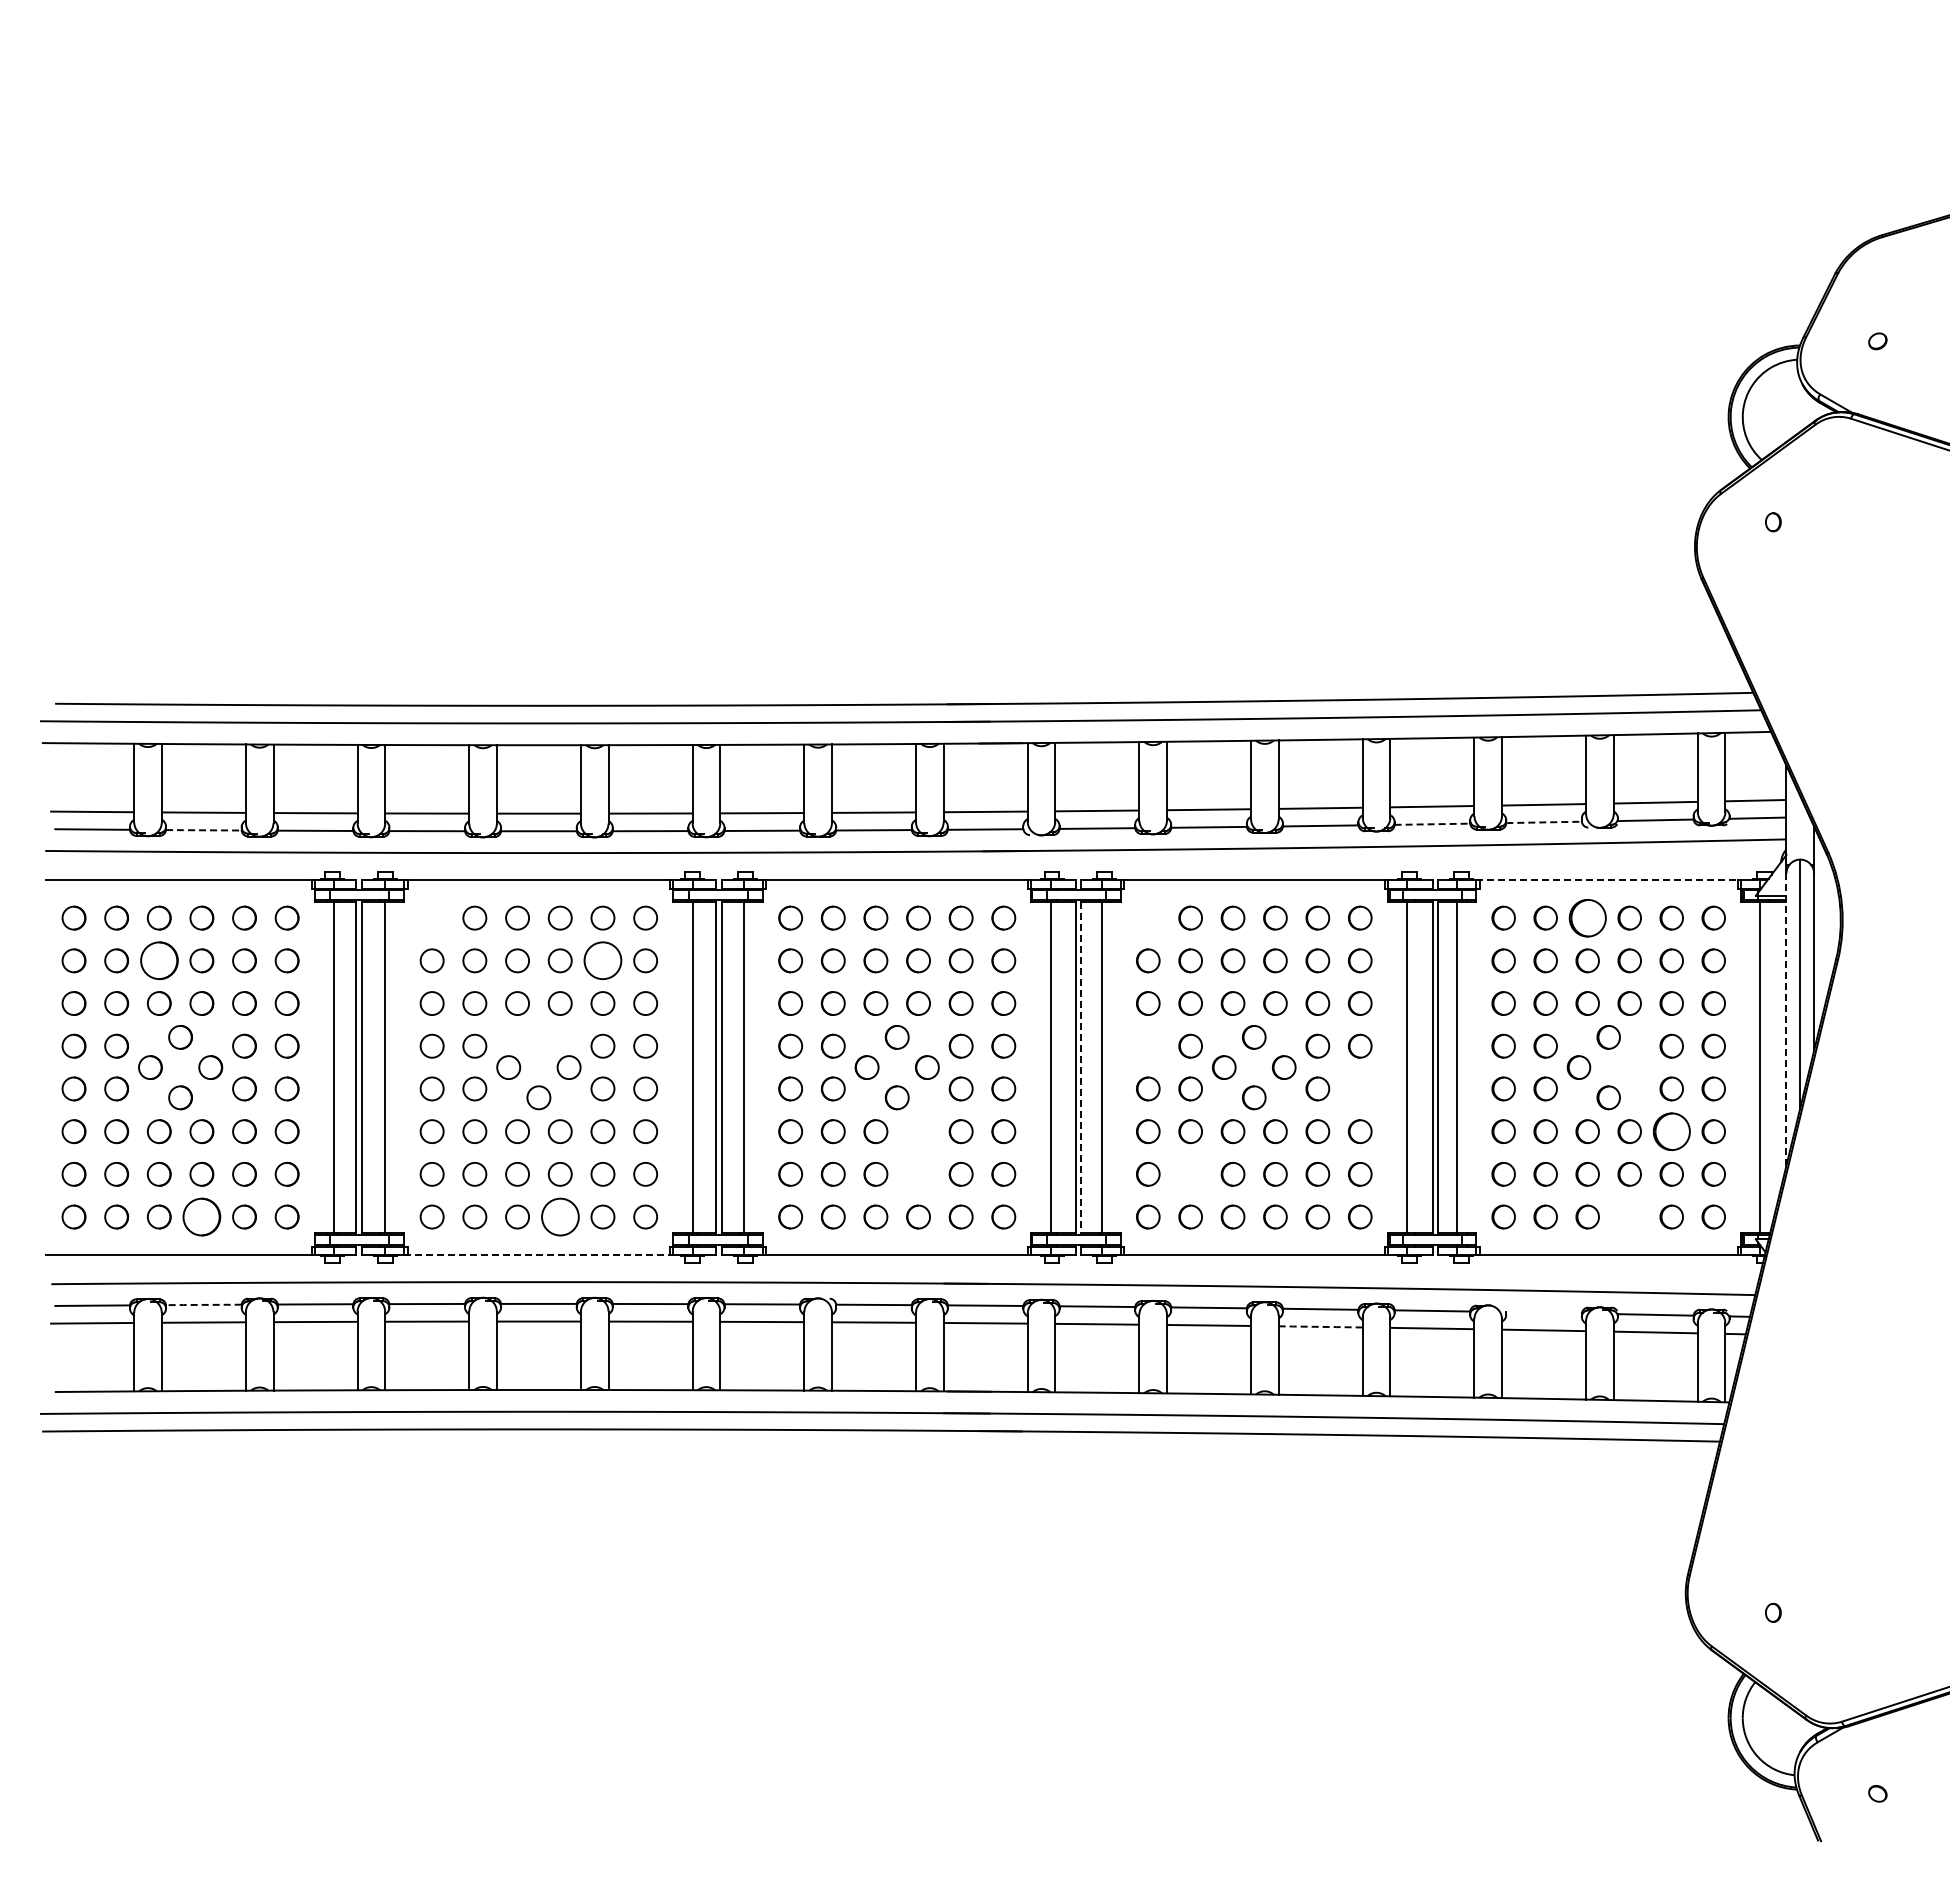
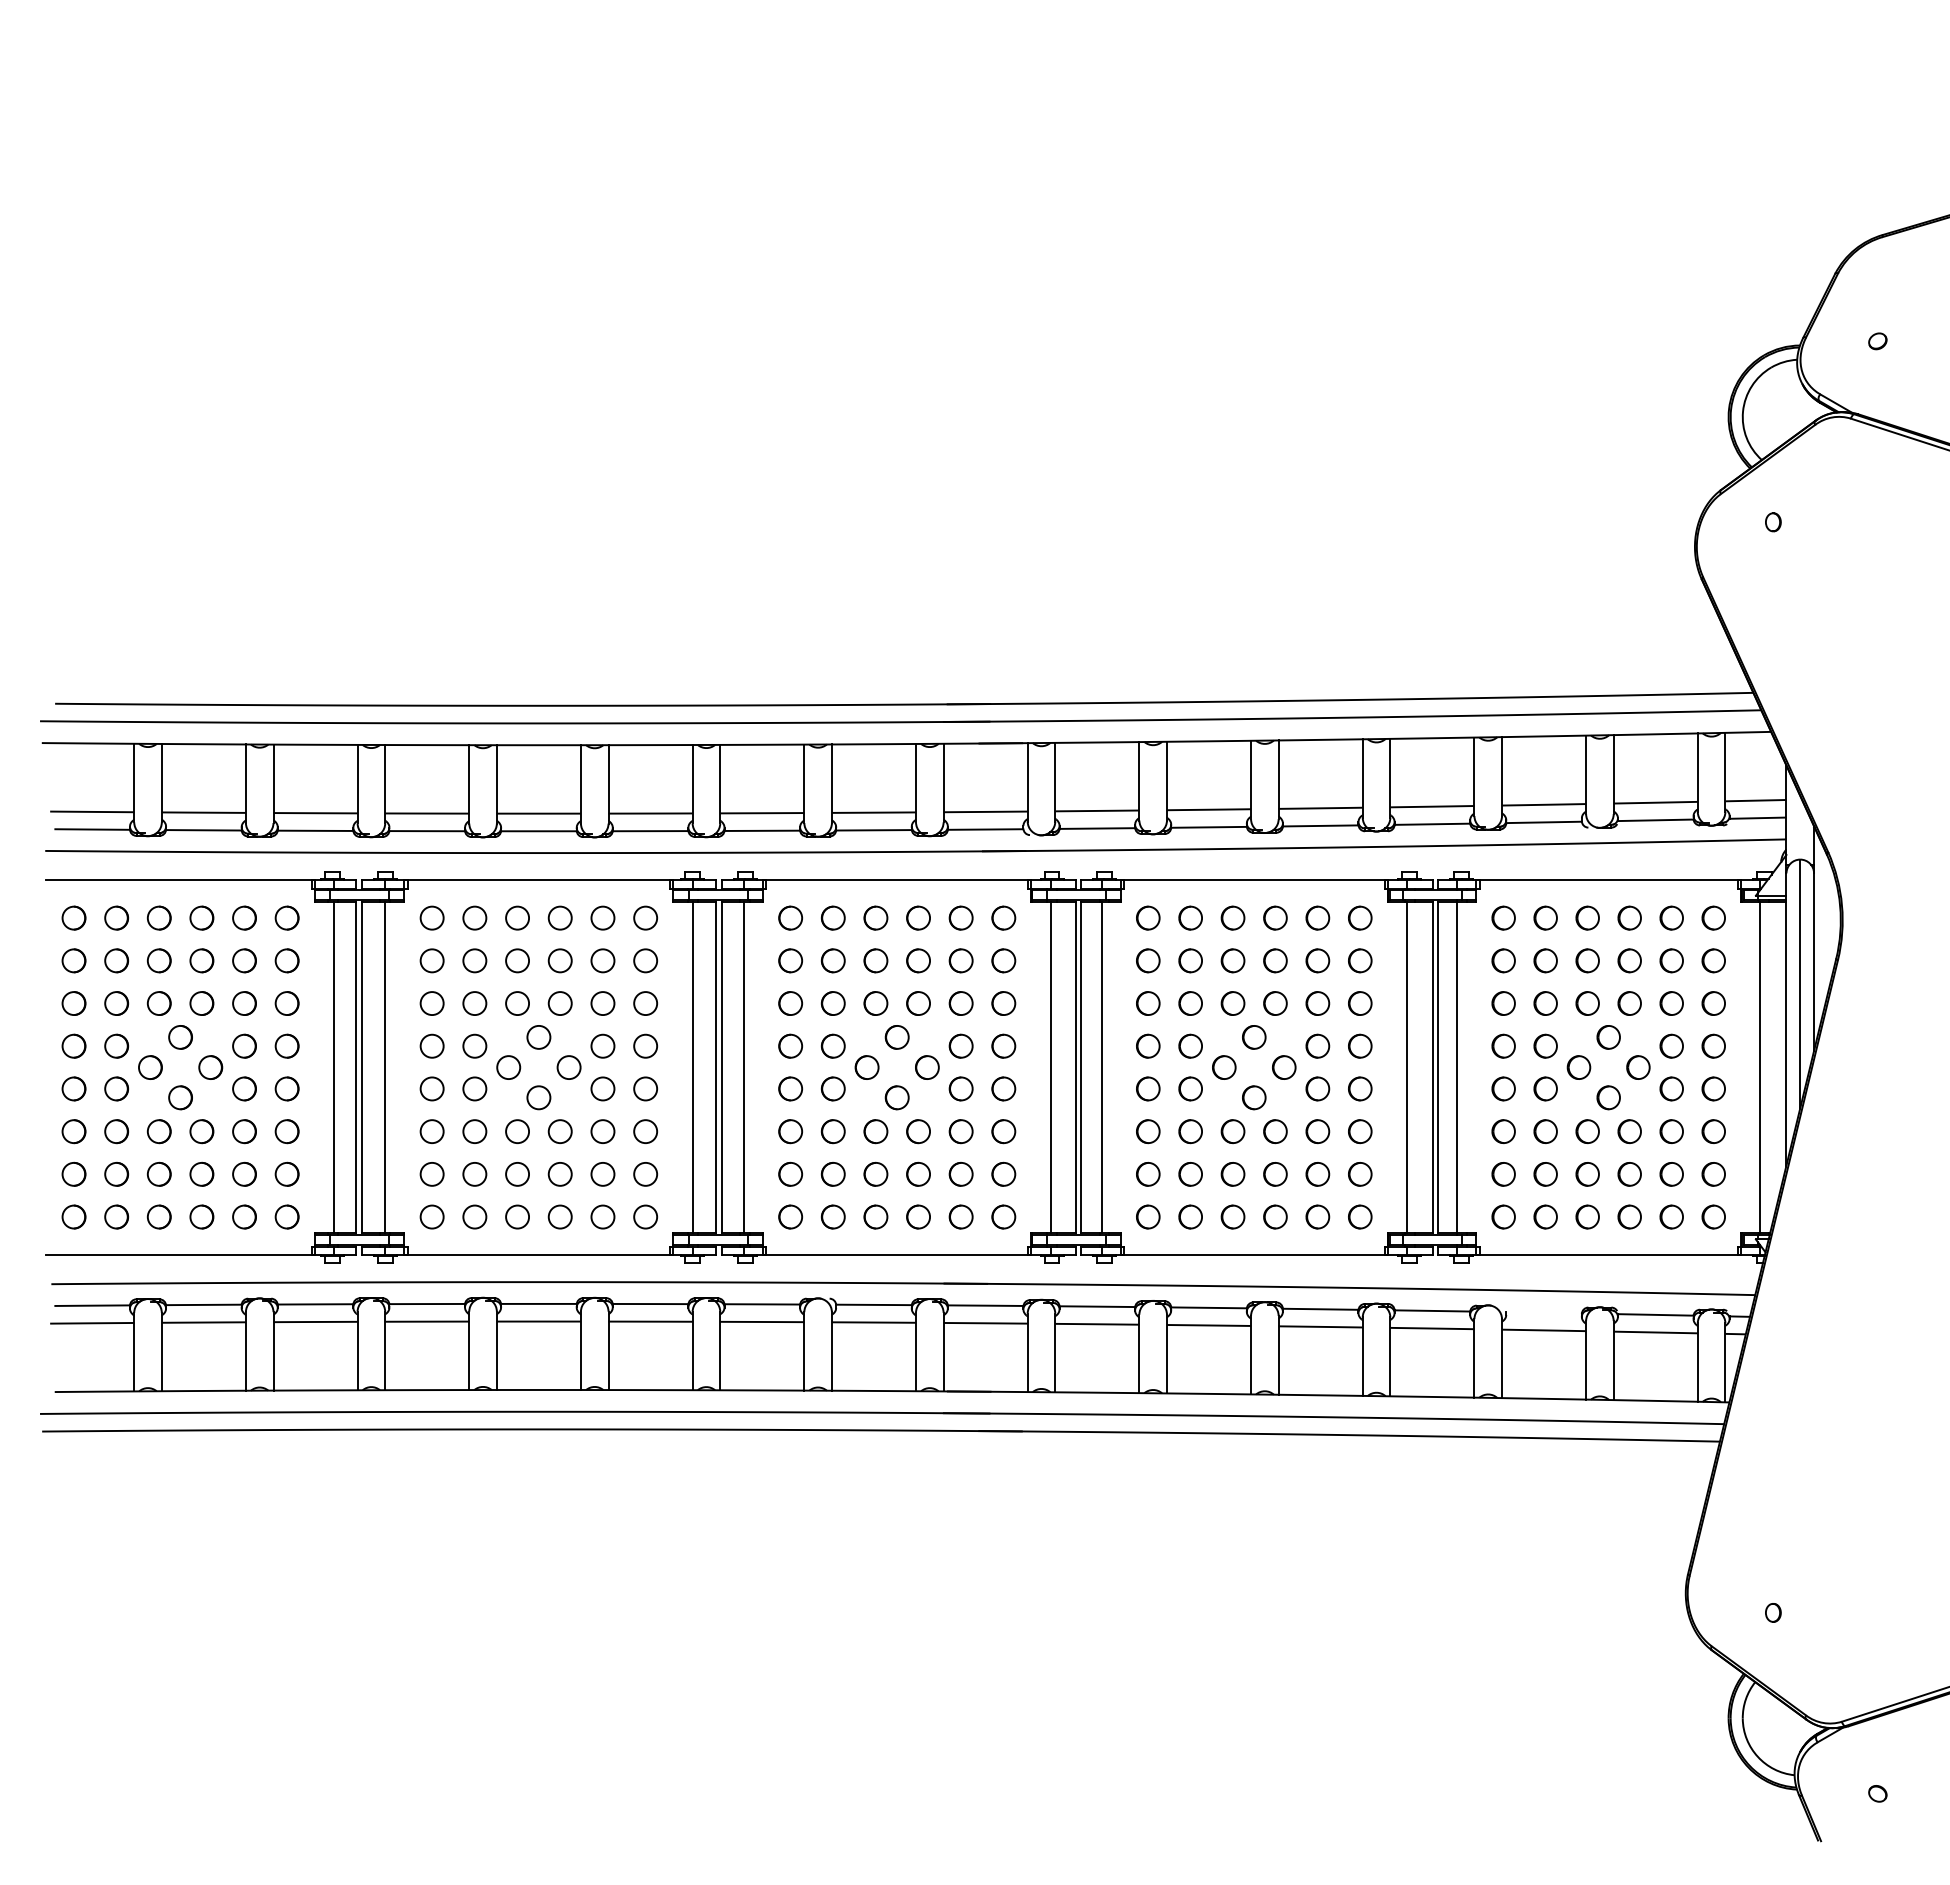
line at (1544, 822): dashed -> solid
line at (1432, 824): dashed -> solid
line at (204, 830): dashed -> solid
line at (1609, 880): dashed -> solid
circle at (431, 917): none -> present
part at (1148, 917): none -> present
part at (1587, 917) size: 39x40 px -> 25x26 px
part at (159, 960) size: 39x40 px -> 26x26 px
circle at (602, 960) size: 40x39 px -> 26x26 px
line at (1786, 1018): dashed -> solid
circle at (538, 1037): none -> present
part at (1148, 1045): none -> present
line at (1080, 1067): dashed -> solid
part at (1638, 1067): none -> present
part at (1360, 1088): none -> present
part at (918, 1131): none -> present
part at (1671, 1131) size: 39x40 px -> 25x25 px
part at (918, 1173): none -> present
part at (1190, 1174): none -> present
part at (201, 1216) size: 40x40 px -> 26x26 px
circle at (560, 1216) size: 39x40 px -> 26x26 px
part at (1629, 1216): none -> present
line at (539, 1254): dashed -> solid
line at (203, 1304): dashed -> solid
line at (1320, 1326): dashed -> solid
